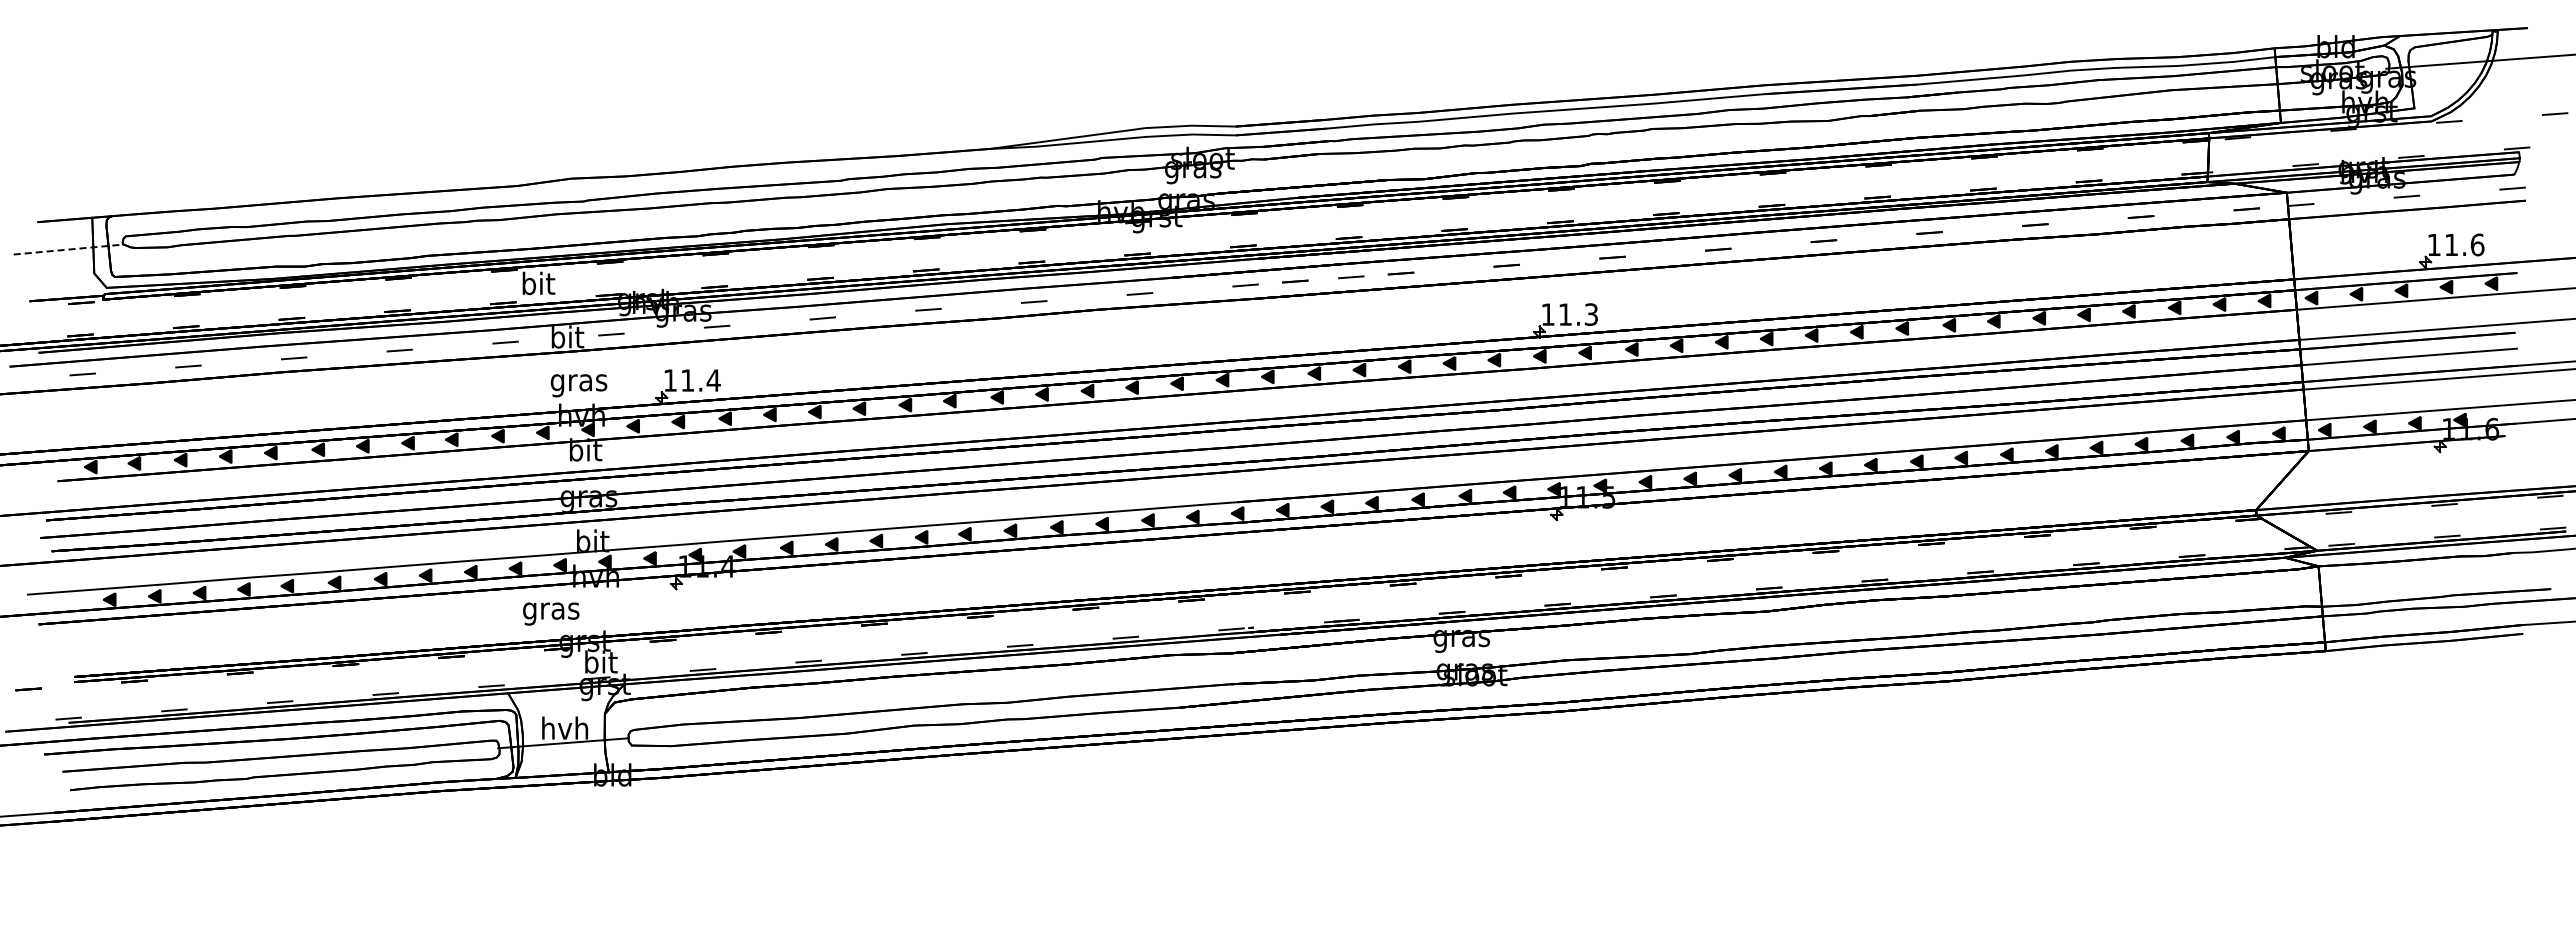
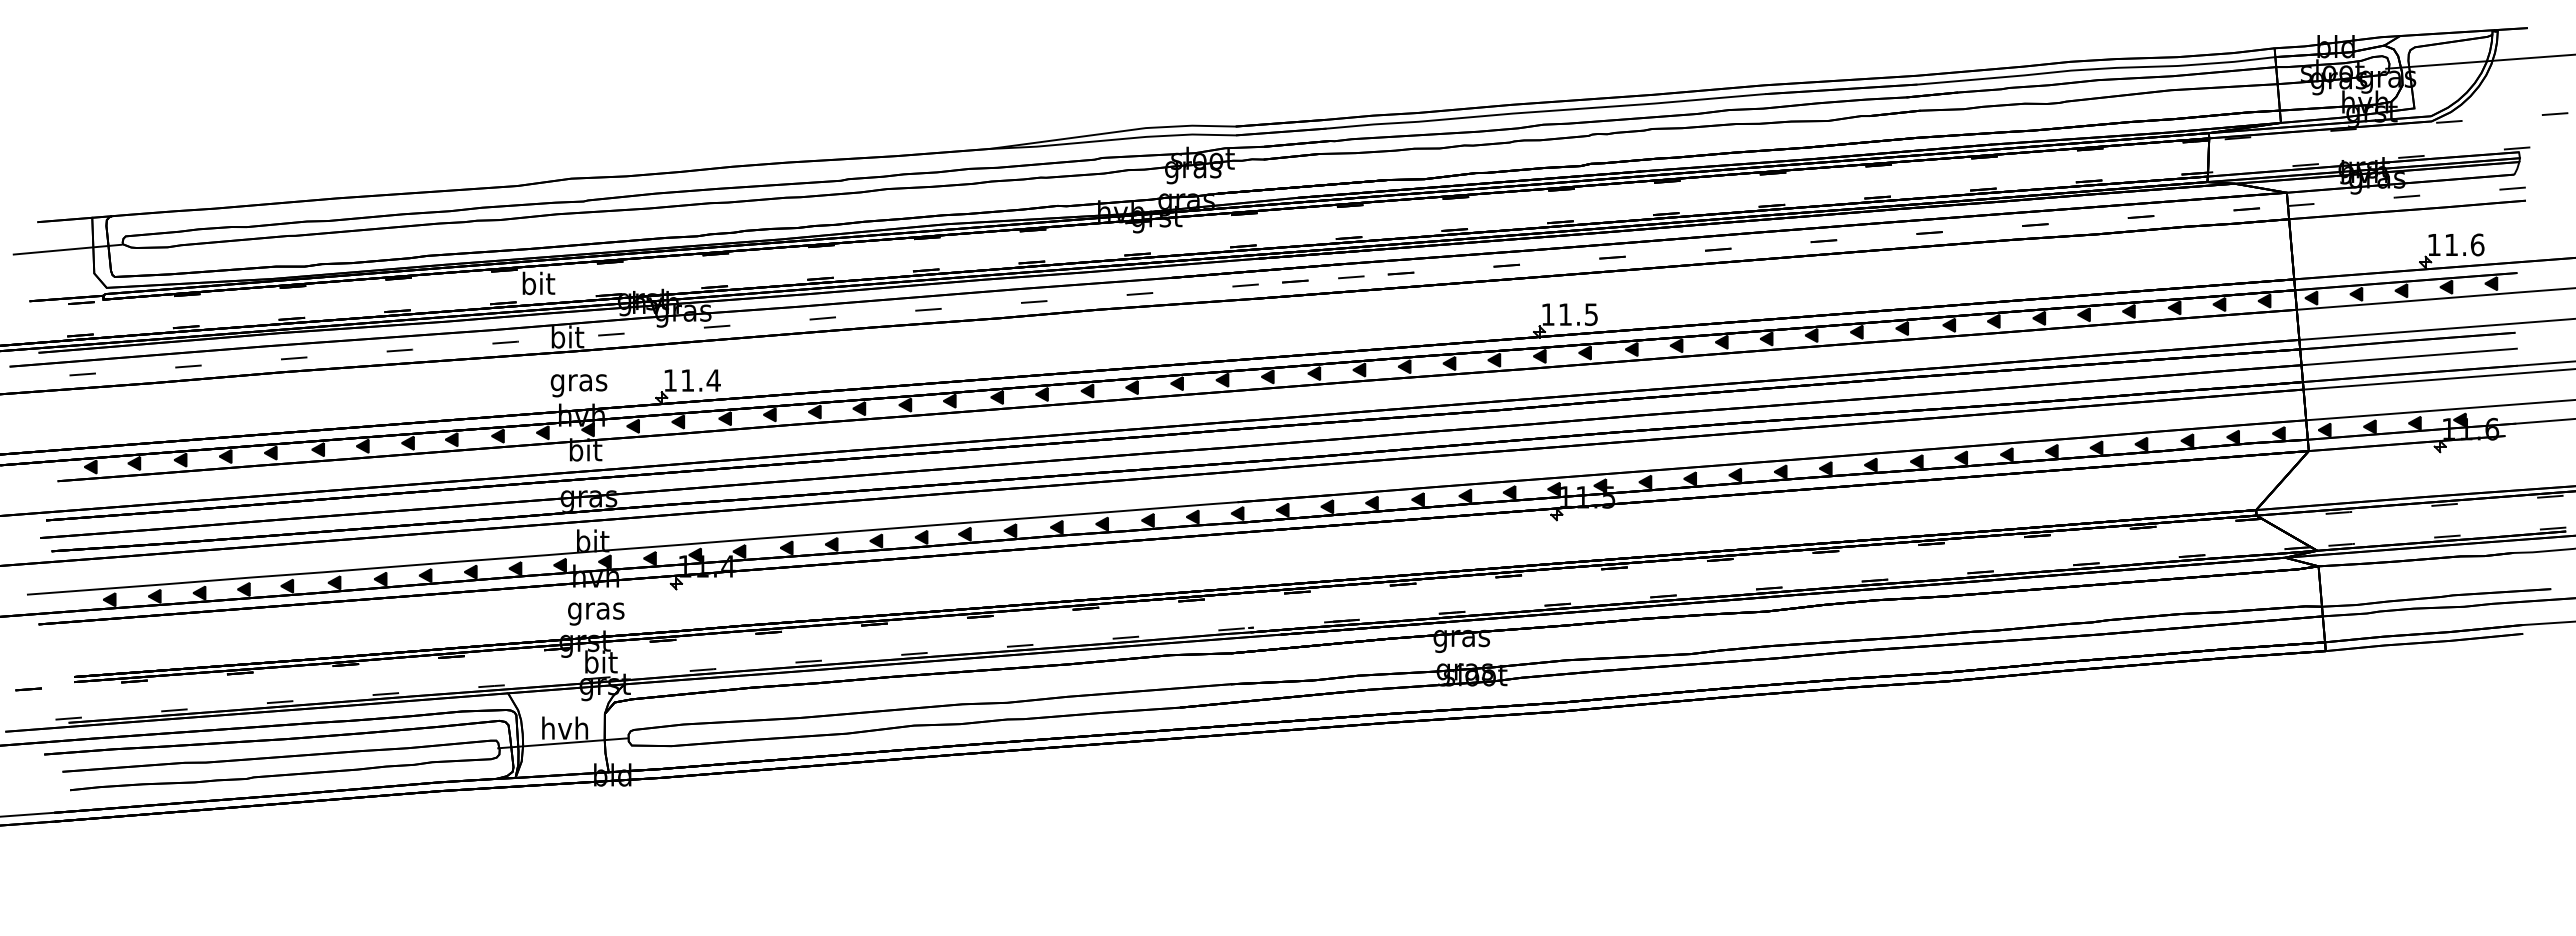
line at (68, 249): dashed -> solid
text at (1591, 314): 11.3 -> 11.5
text at (551, 613) position: (551, 613) -> (596, 613)
